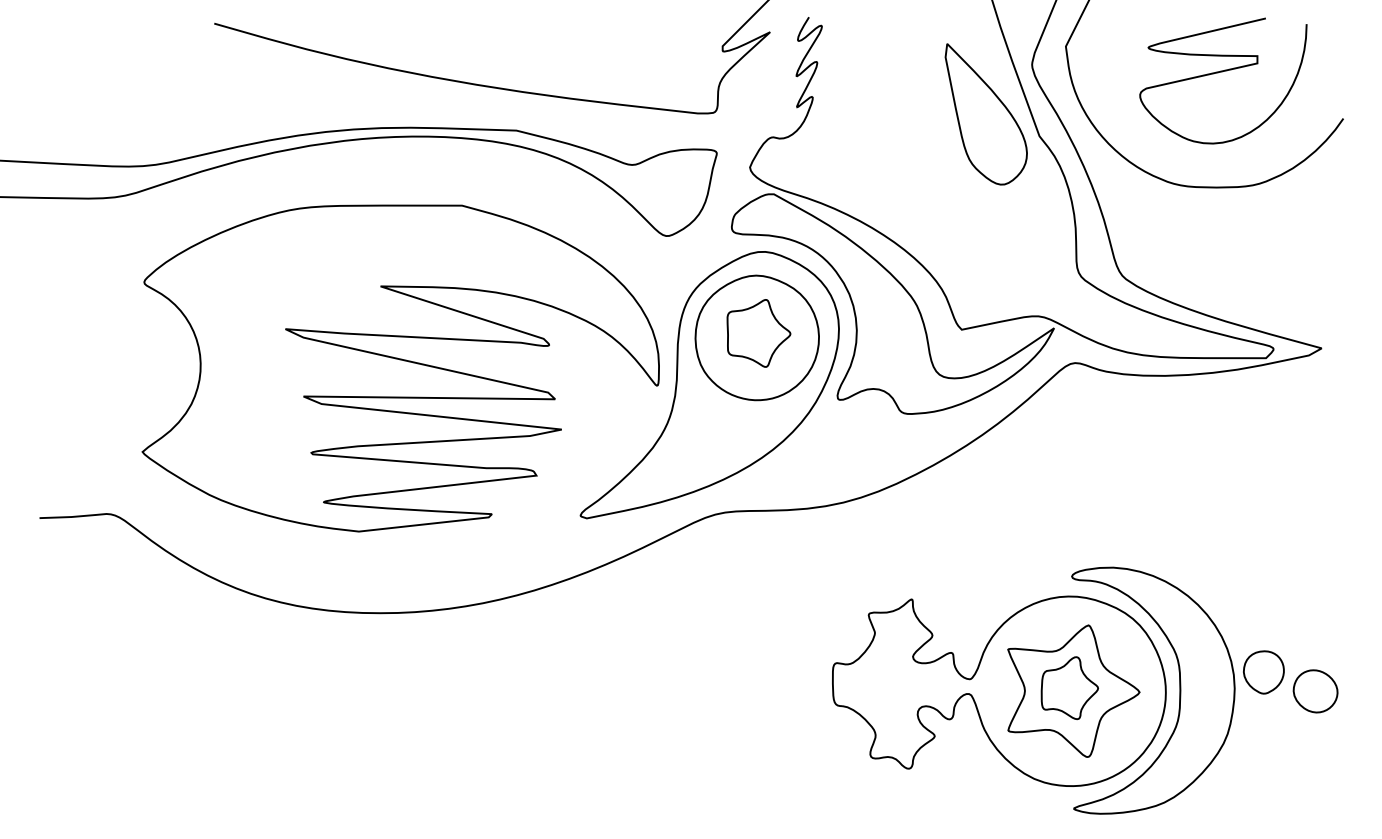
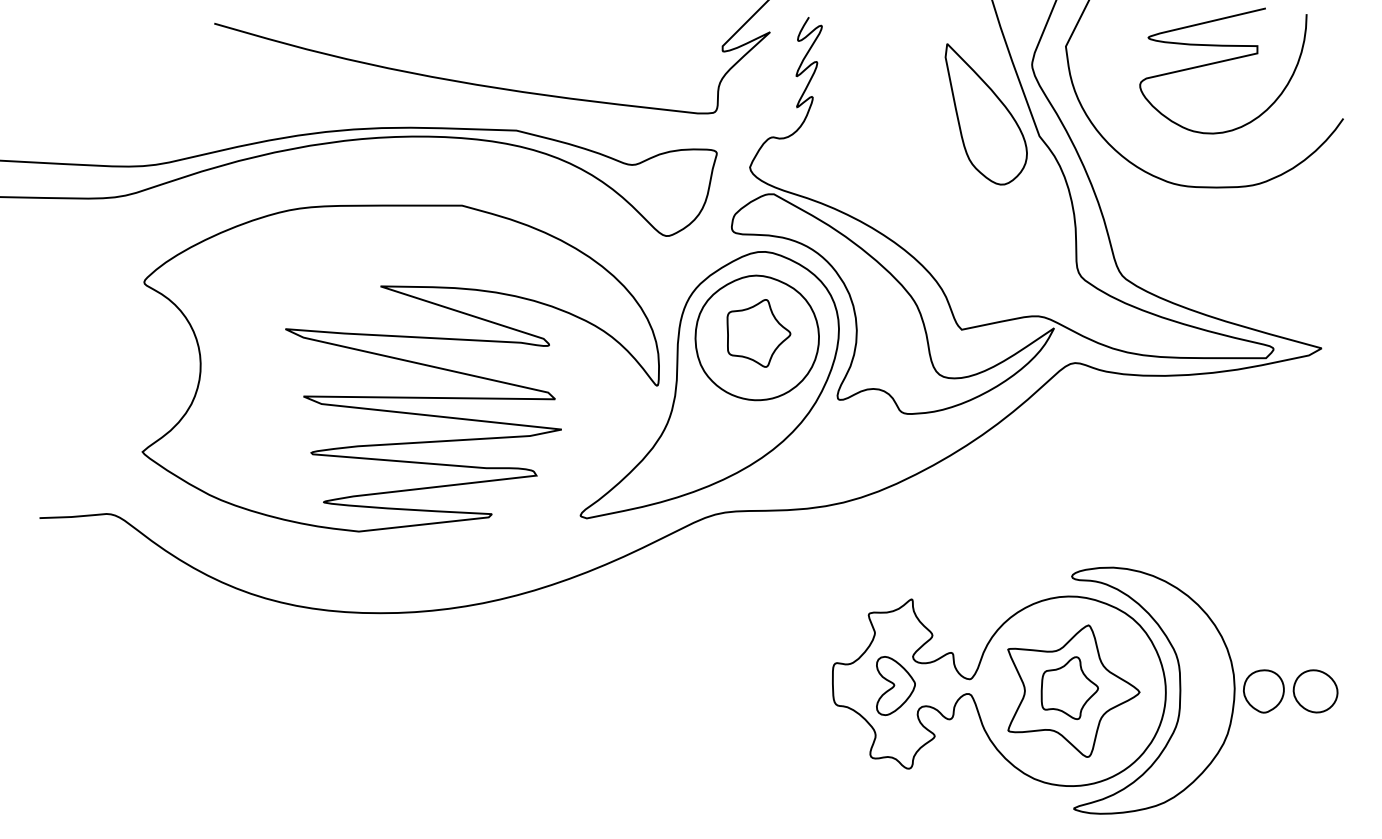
curve at (1222, 72) position: (1222, 72) -> (1222, 62)
part at (1263, 672) position: (1263, 672) -> (1263, 691)
part at (895, 685): none -> present
